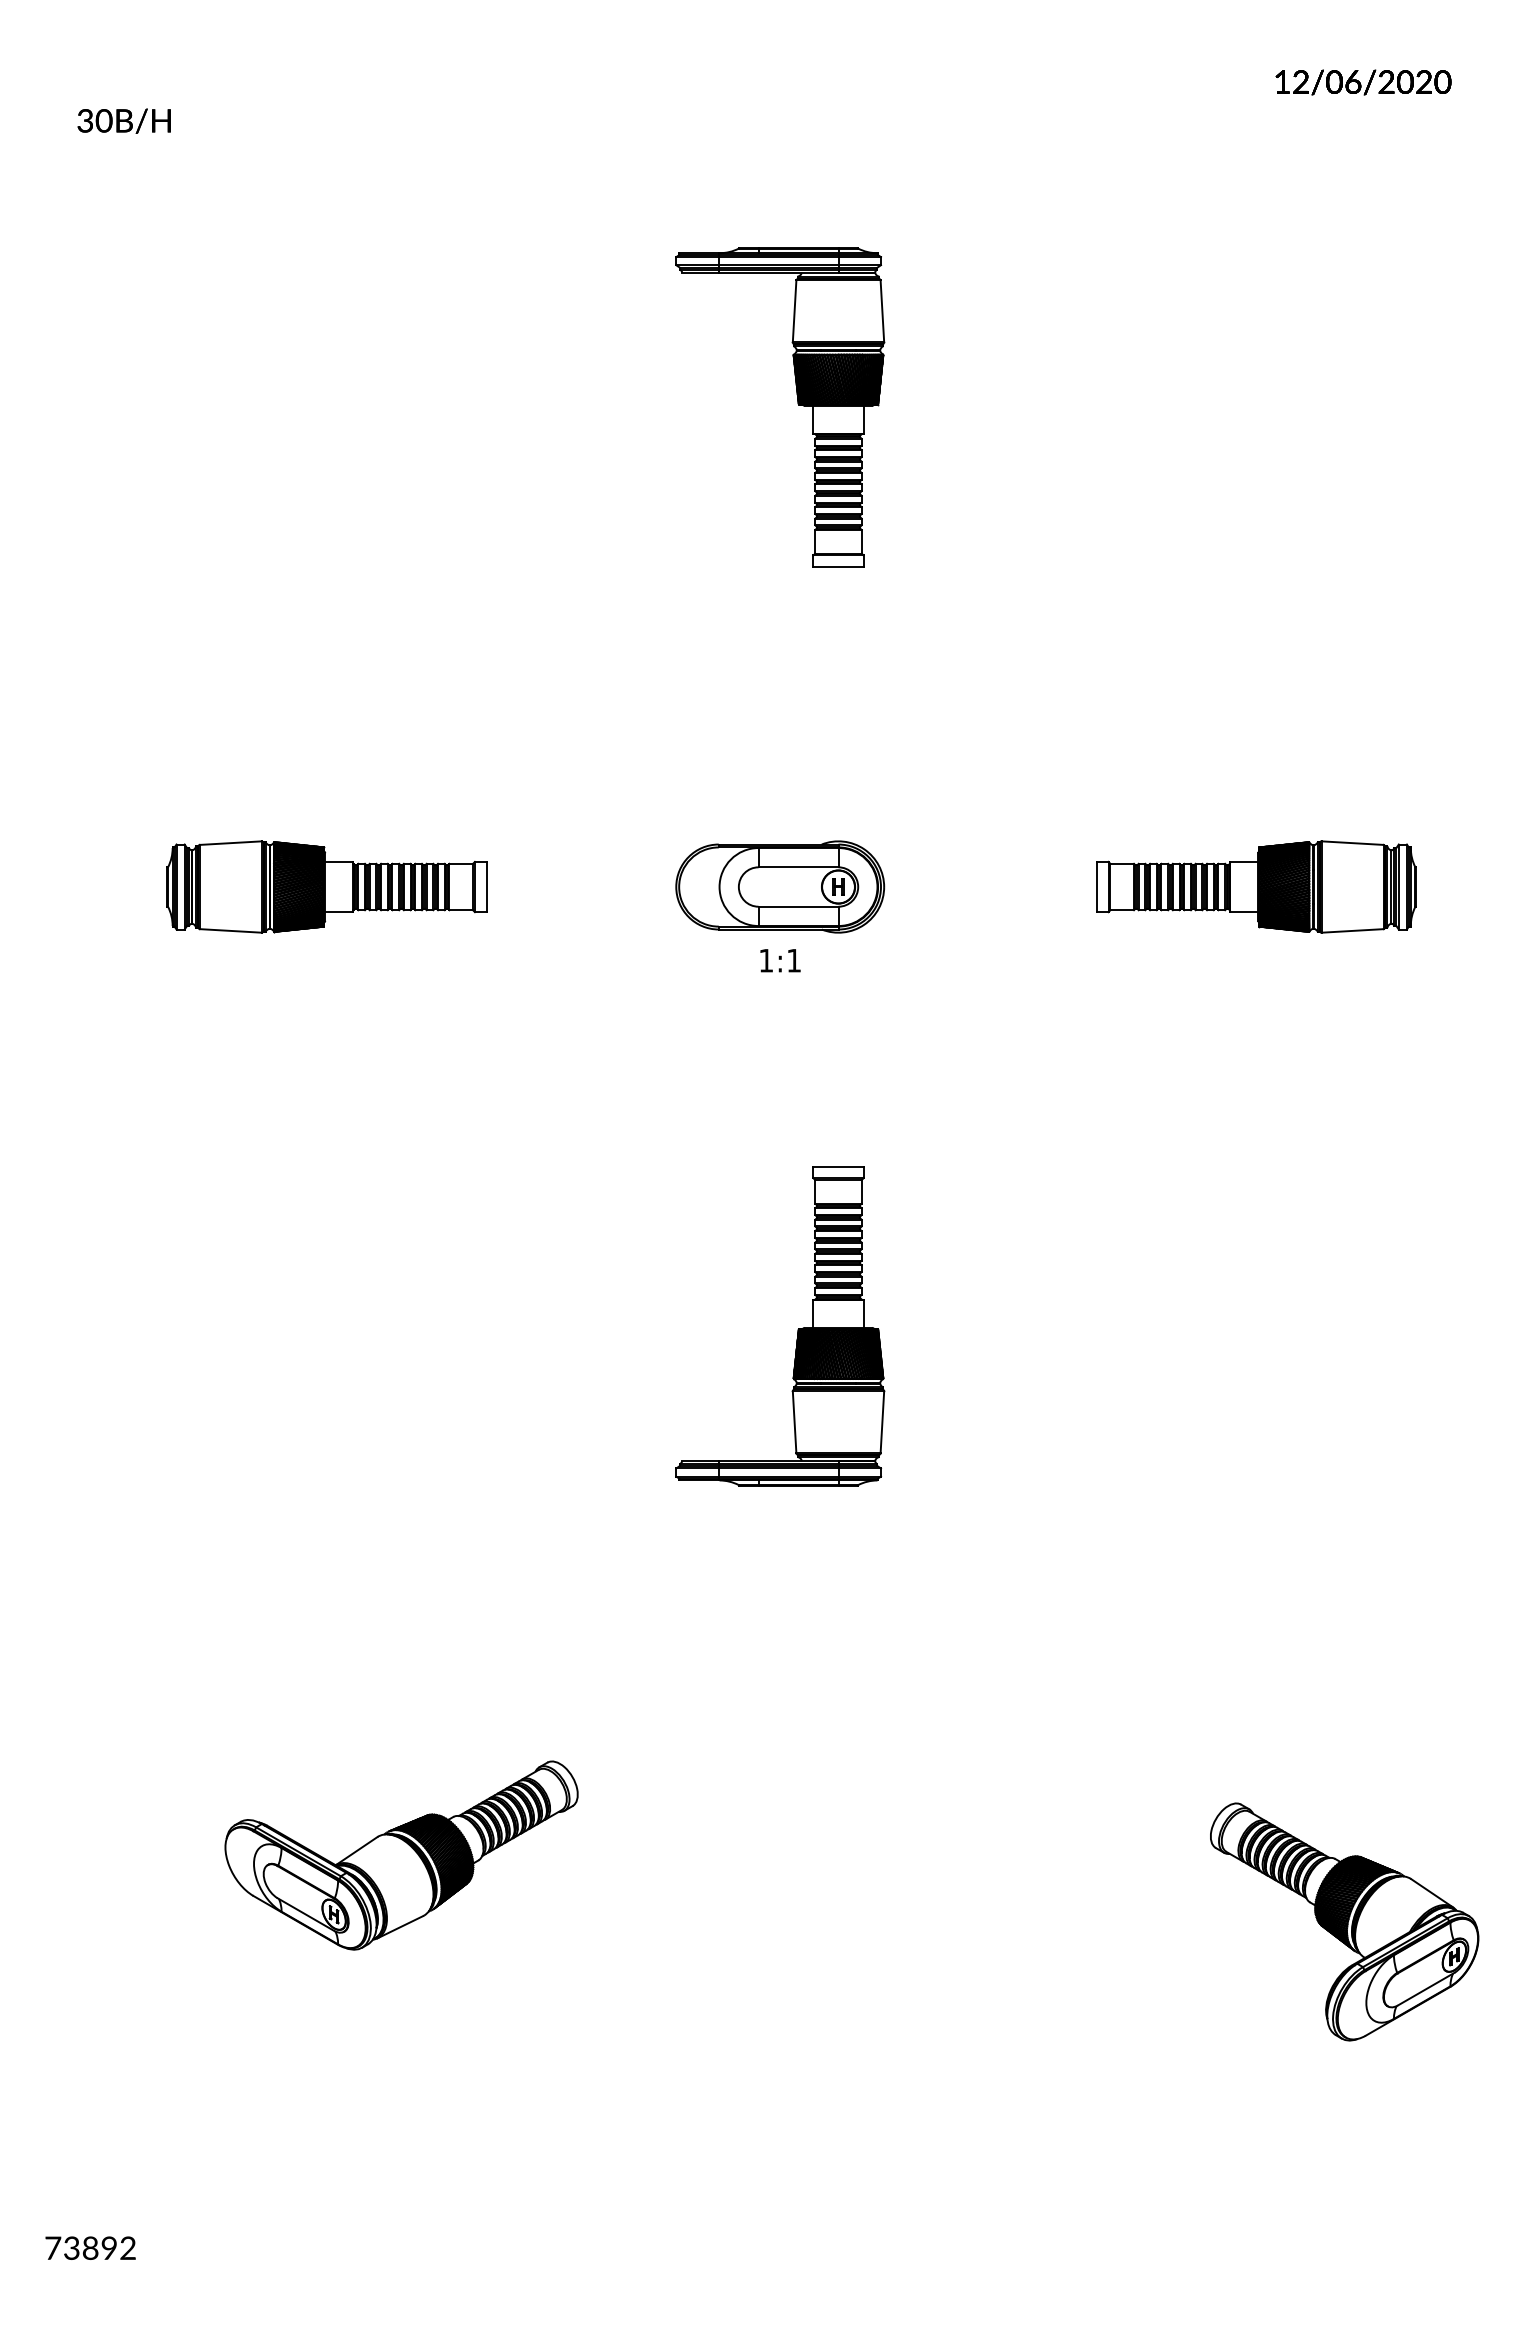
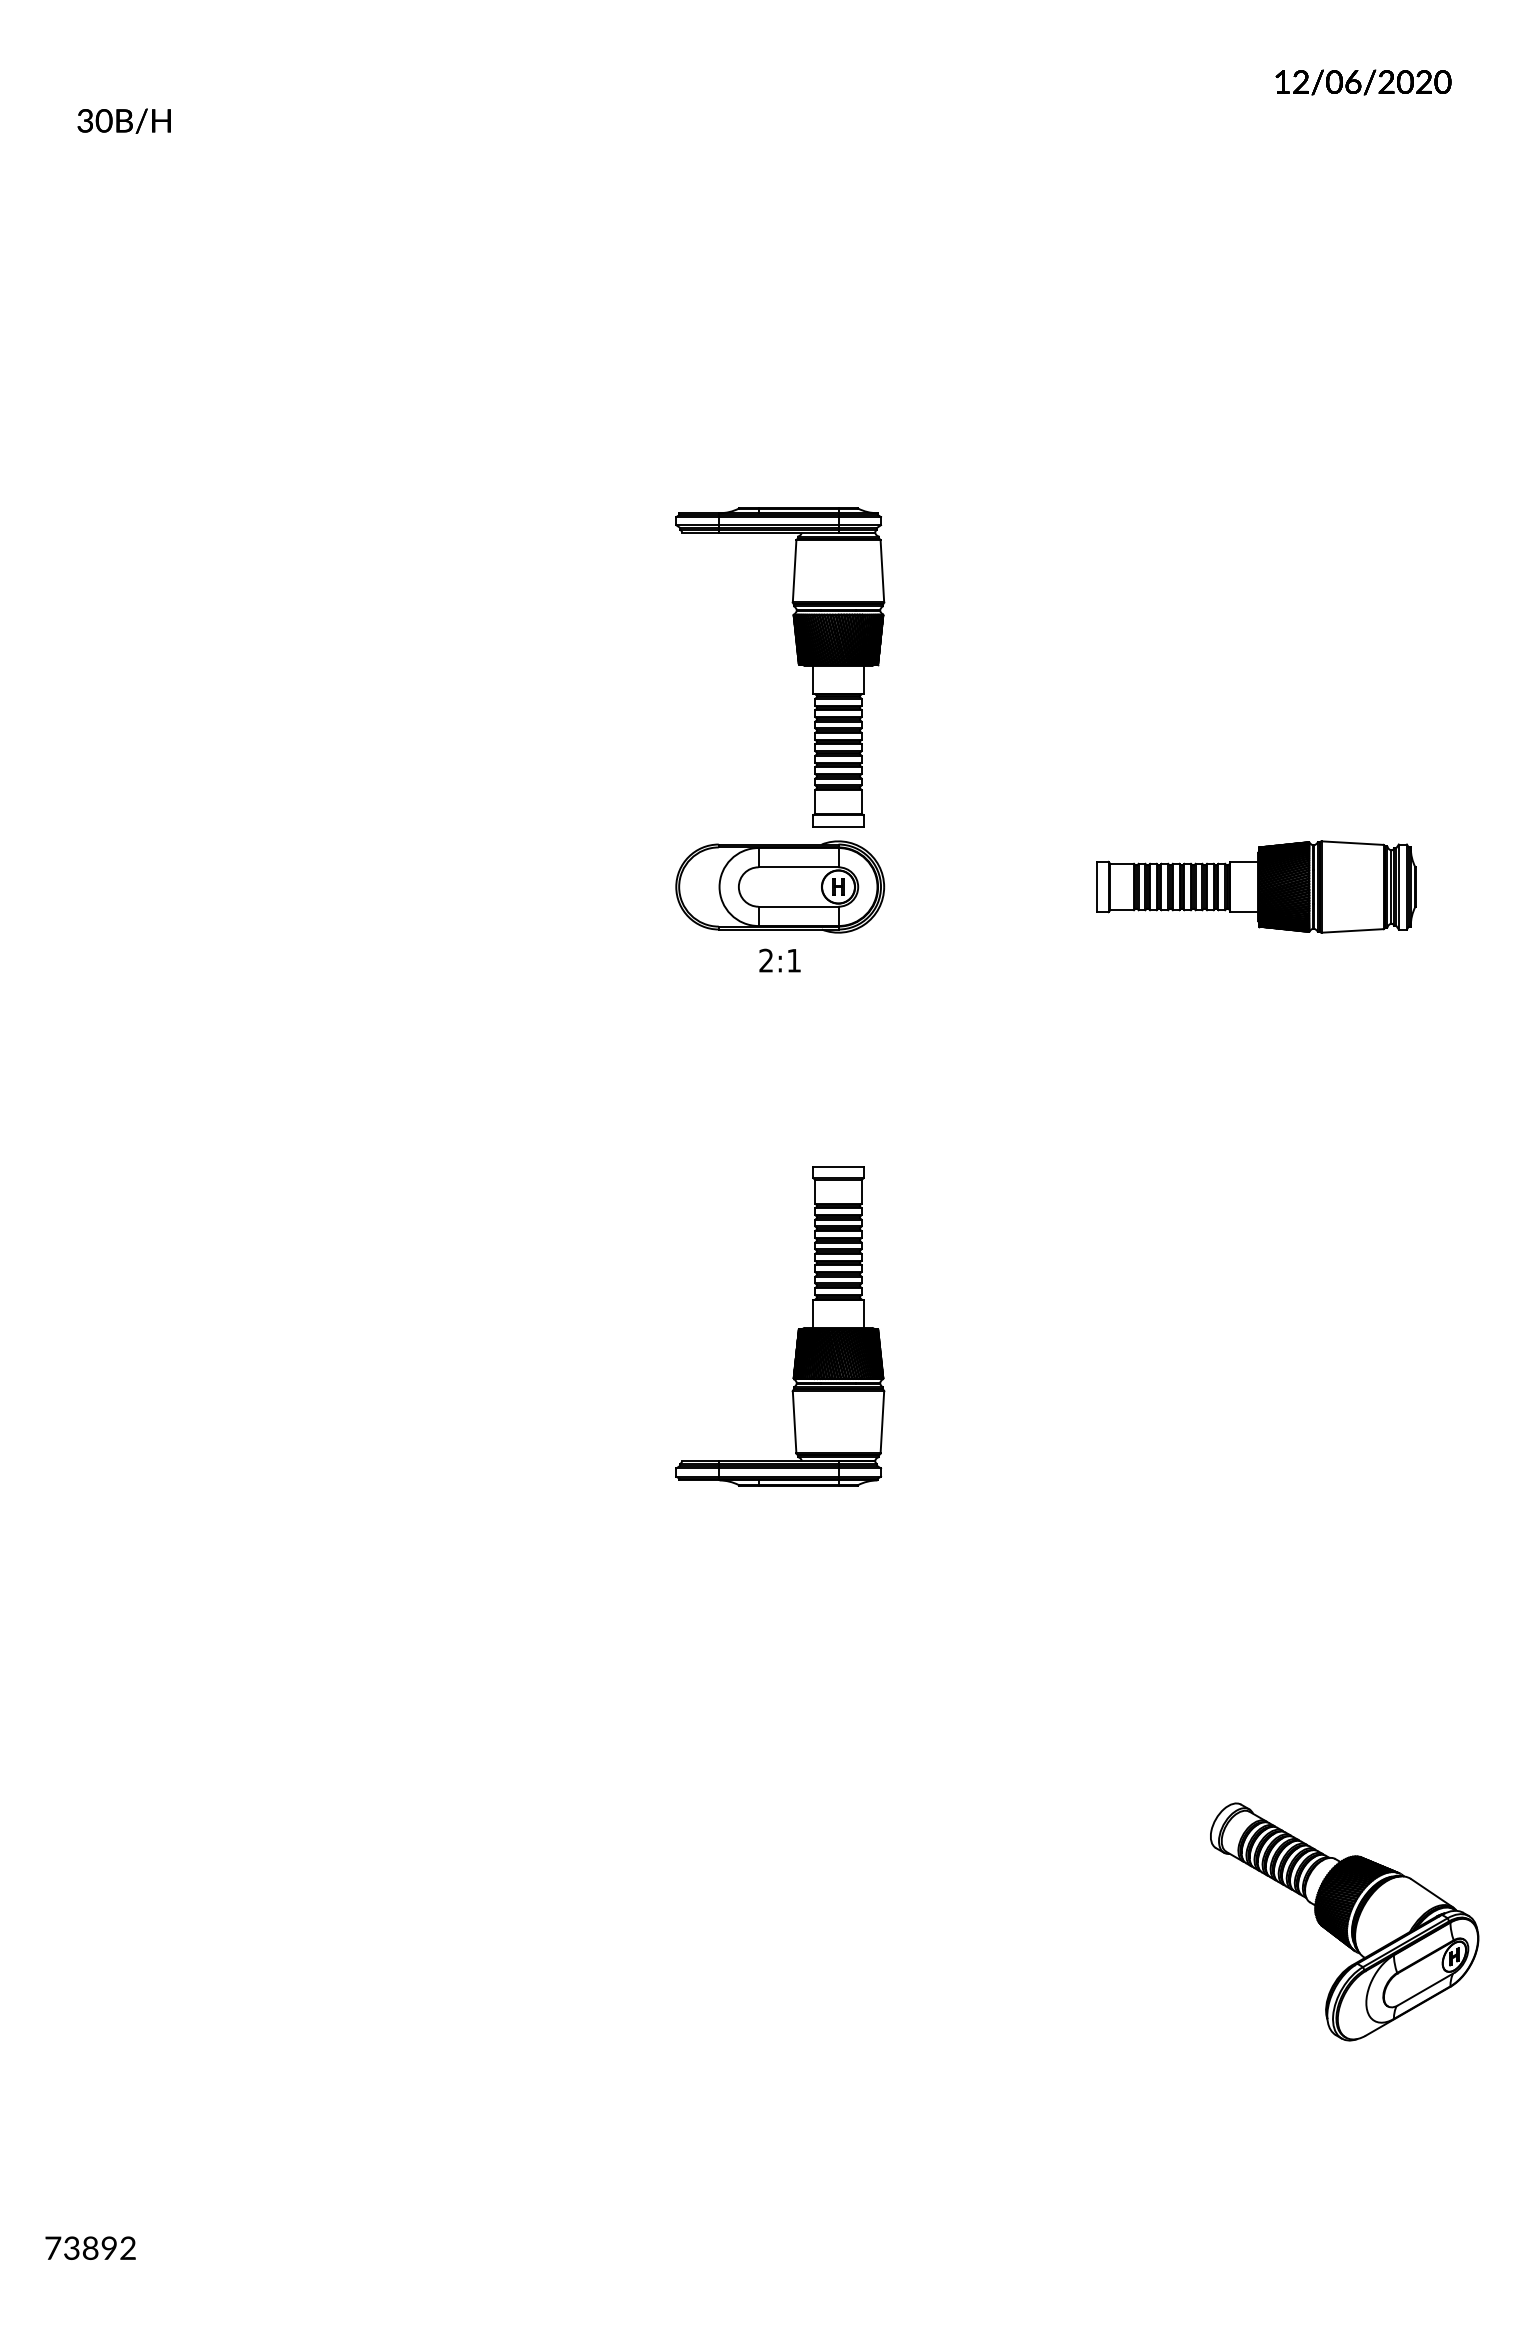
part at (797, 404) position: (797, 404) -> (797, 664)
part at (326, 886): present -> none
text at (765, 960): 1:1 -> 2:1
part at (401, 1855): present -> none
